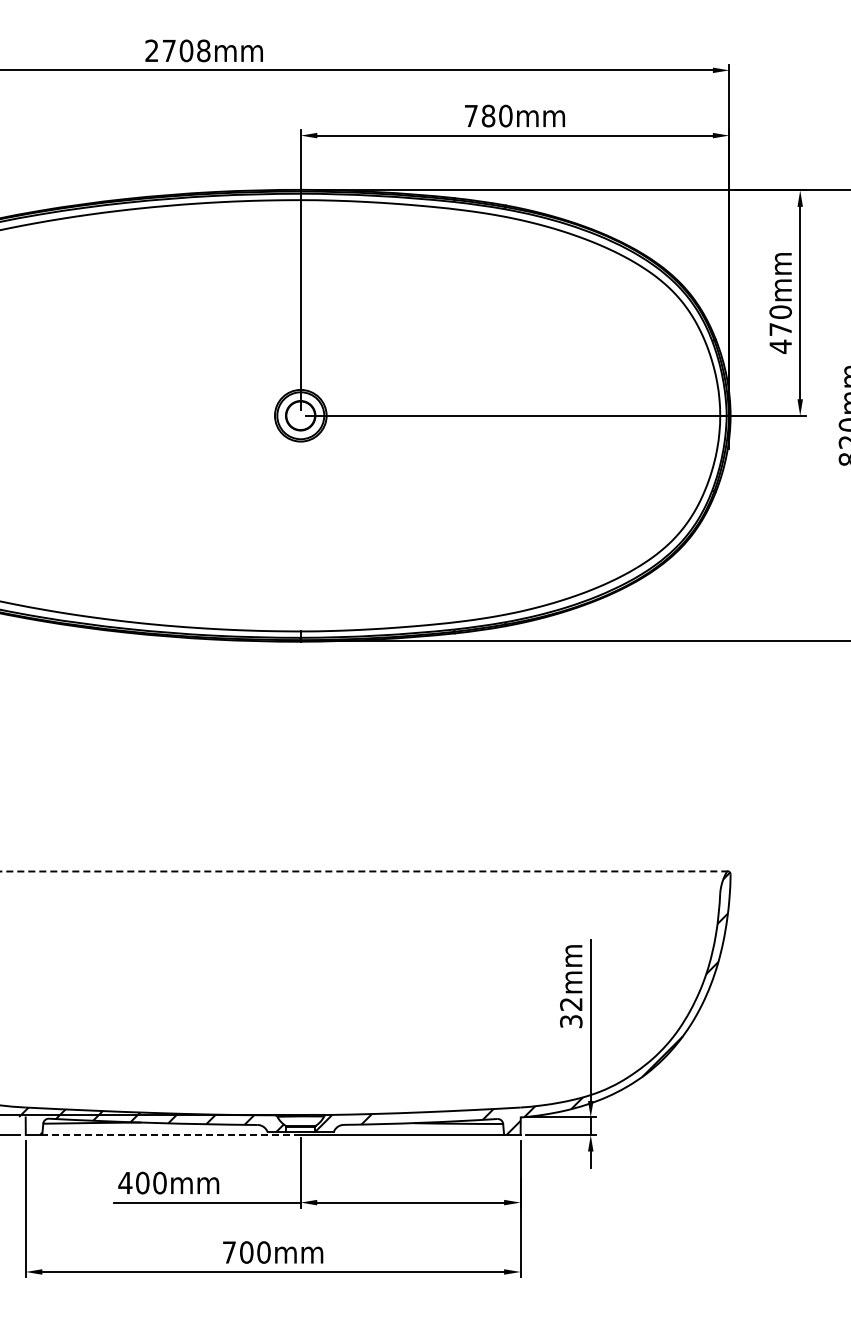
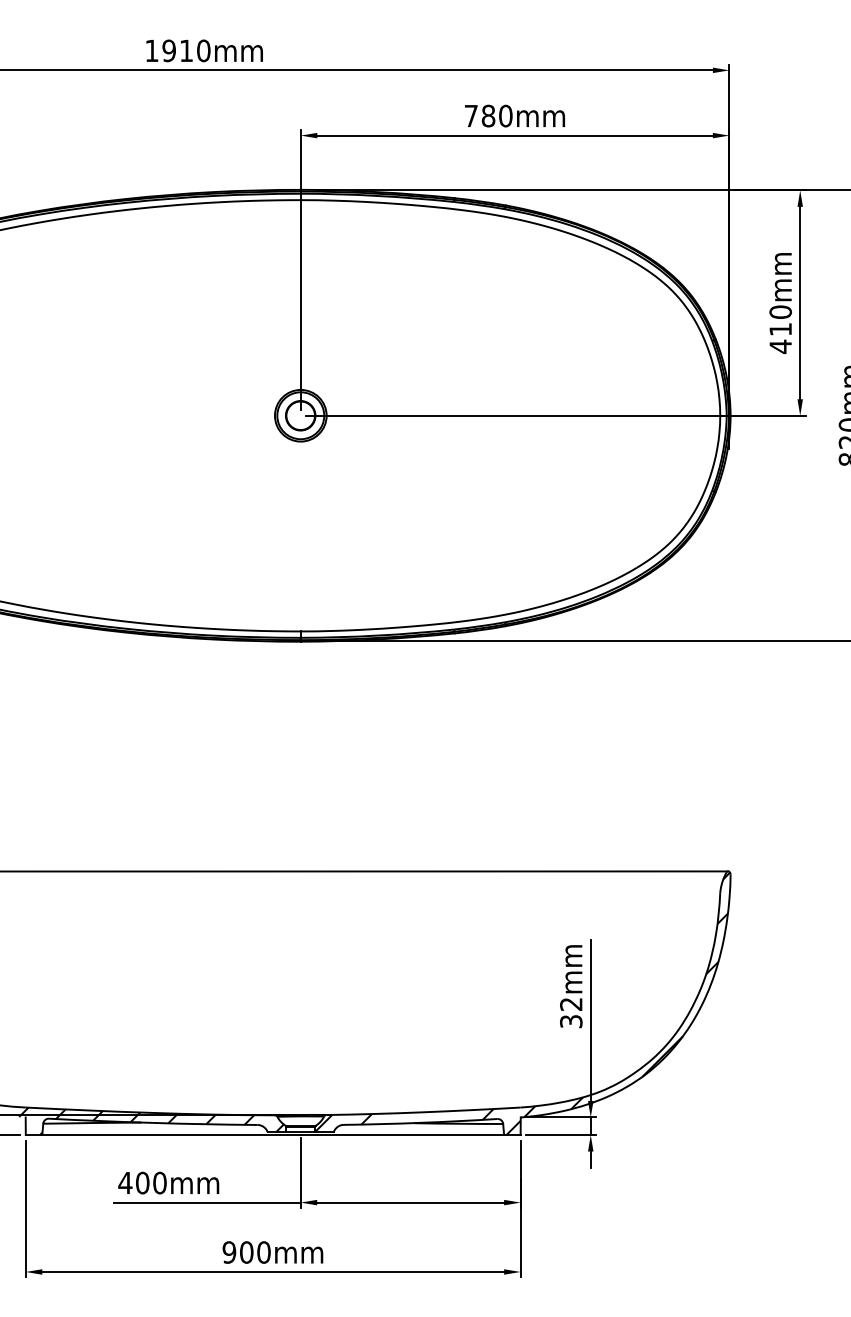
text at (177, 50): 2708mm -> 1910mm
text at (780, 329): 470mm -> 410mm
line at (364, 871): dashed -> solid
line at (171, 1135): dashed -> solid
text at (229, 1252): 700mm -> 900mm
